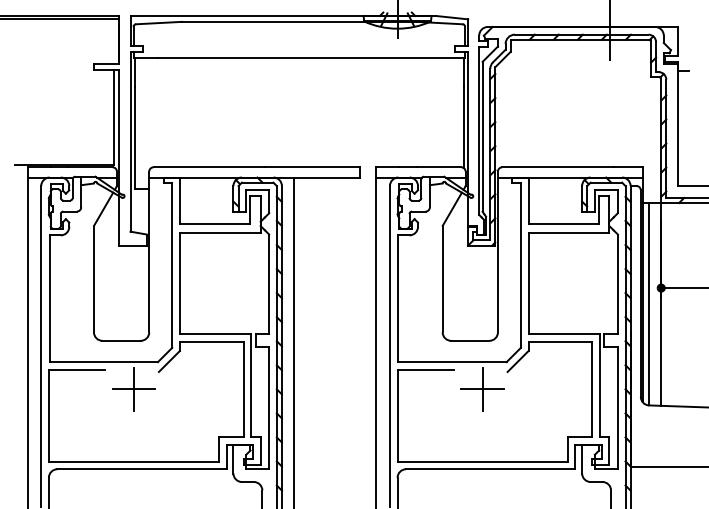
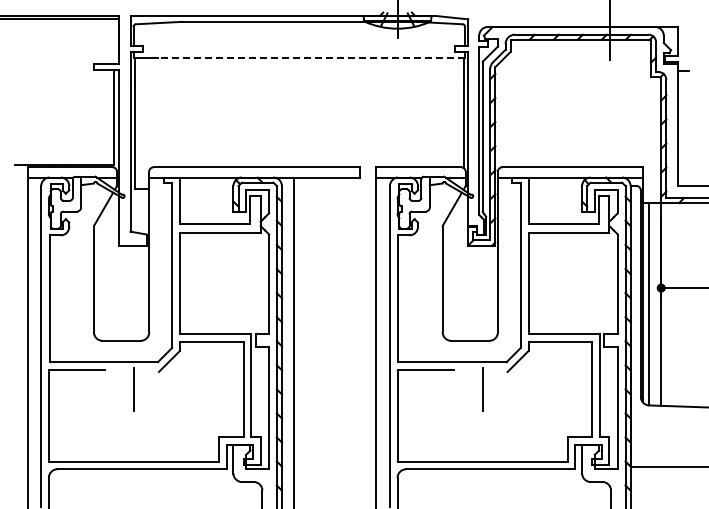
line at (311, 58): solid -> dashed
line at (133, 389): present -> none
line at (482, 389): present -> none
